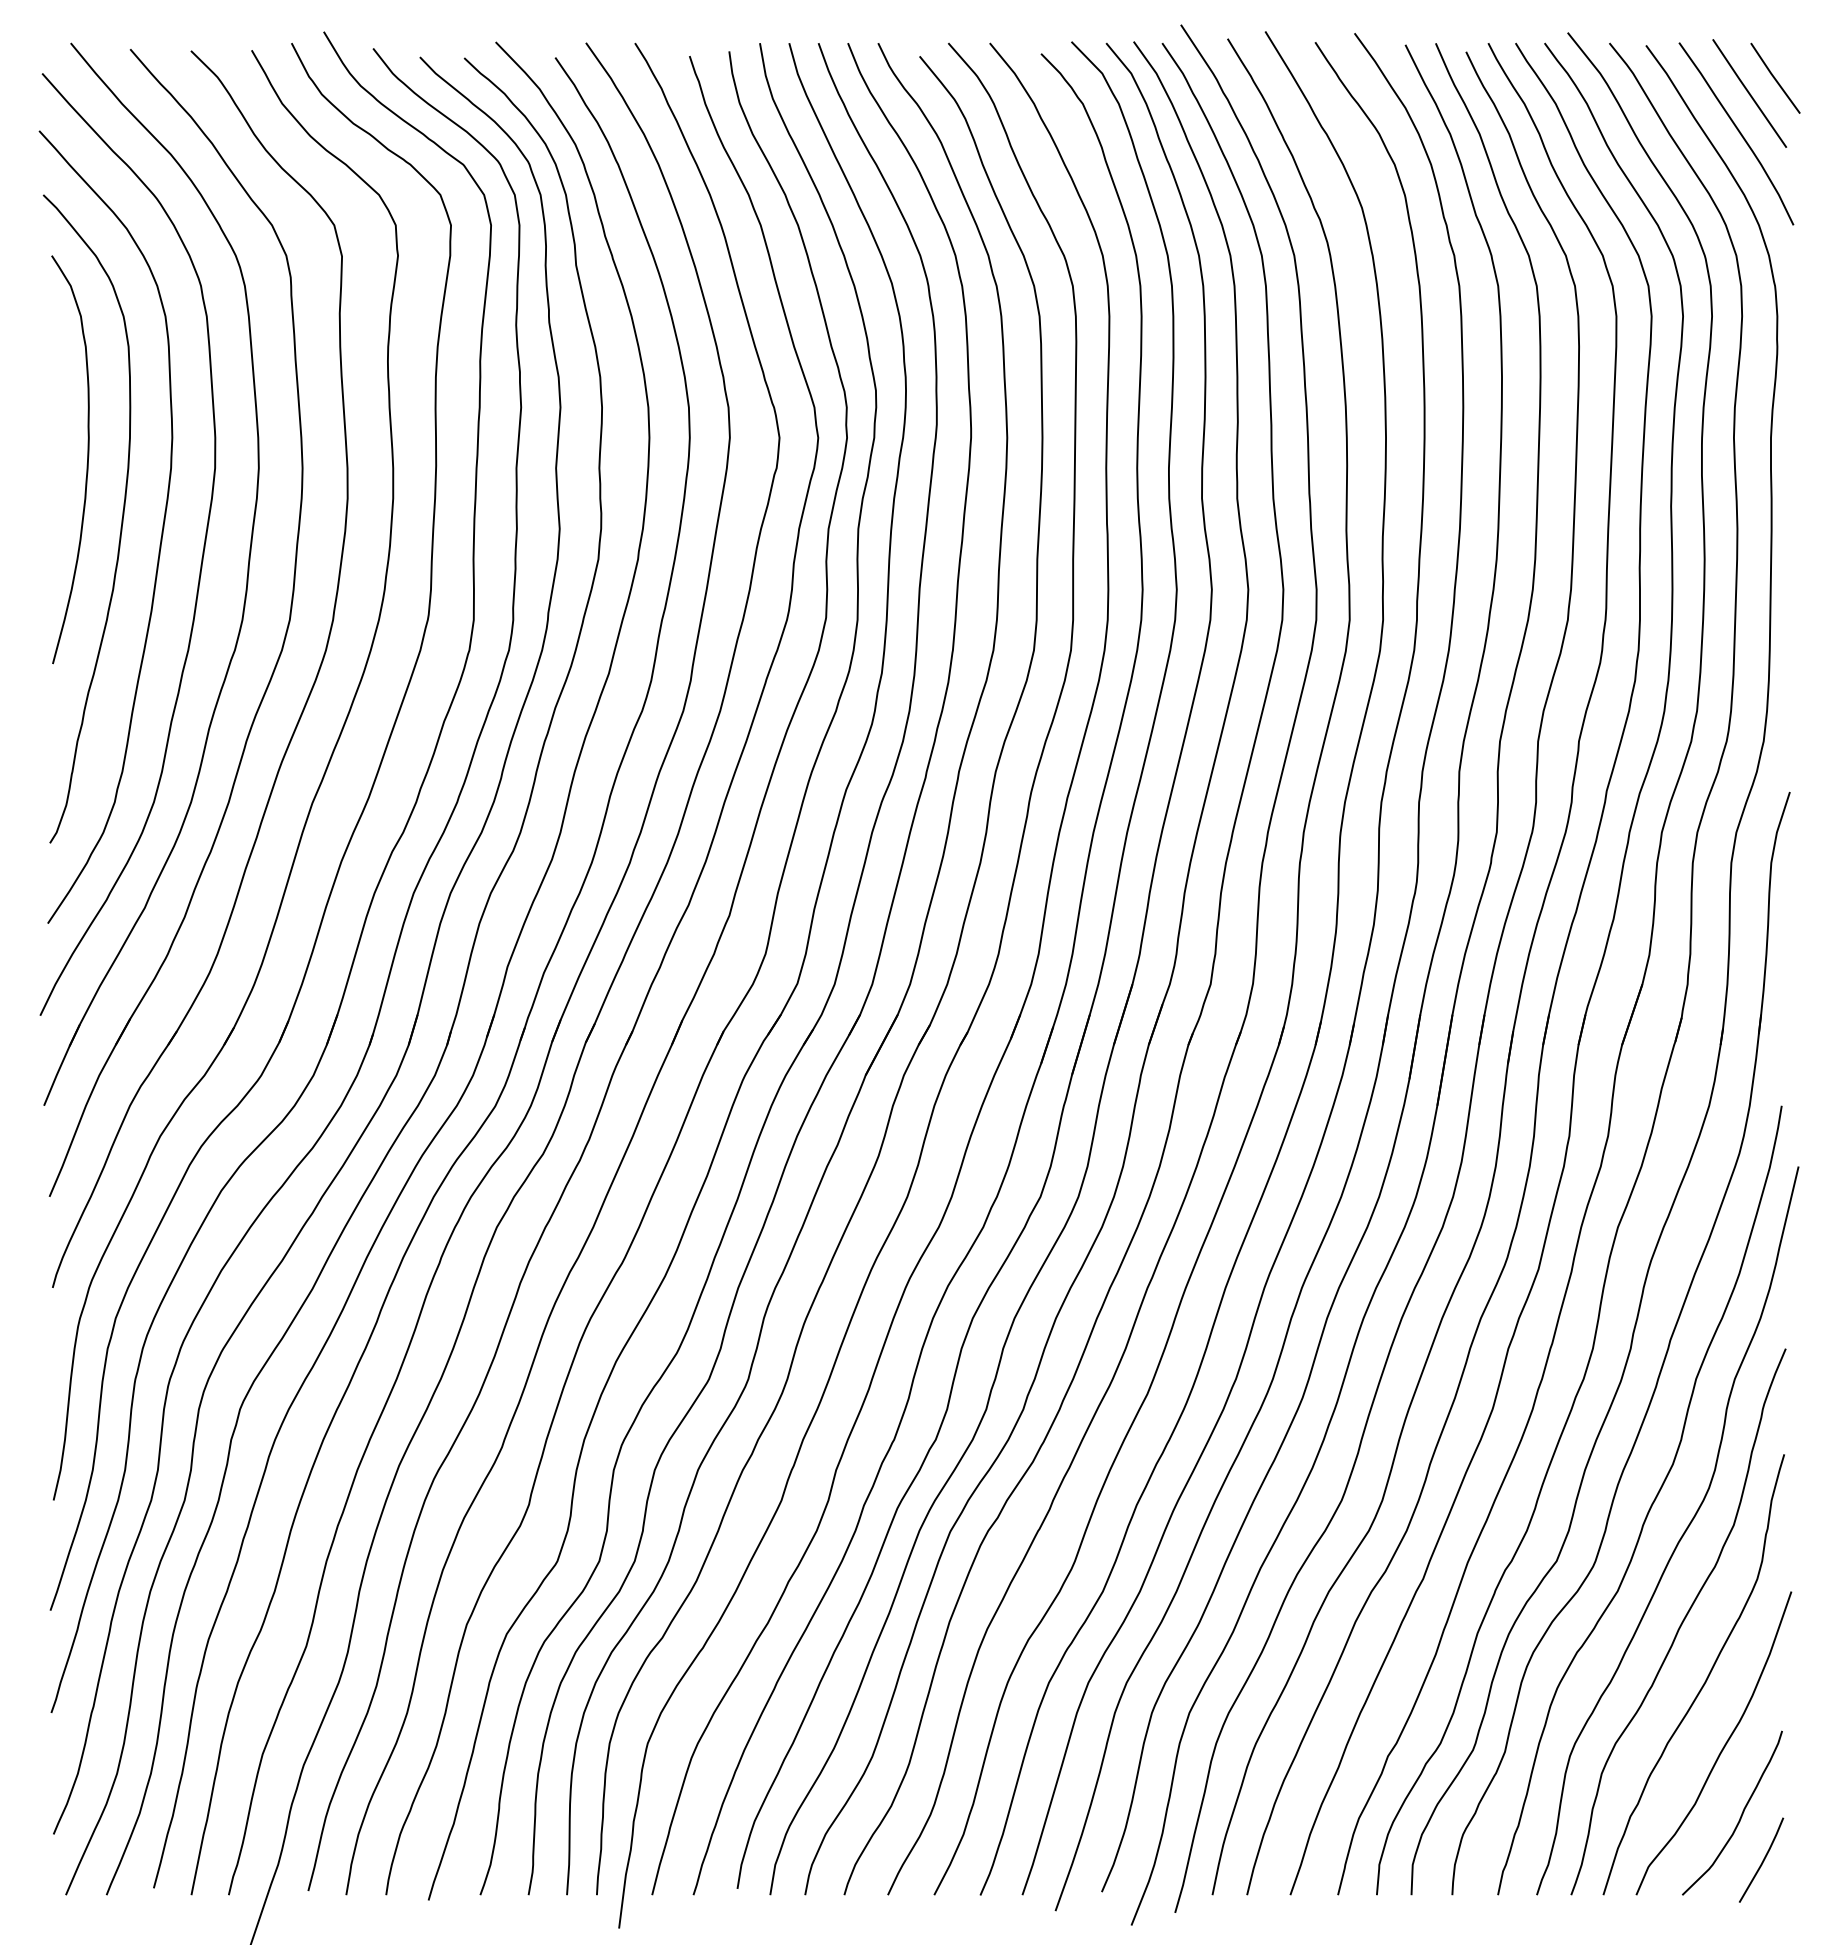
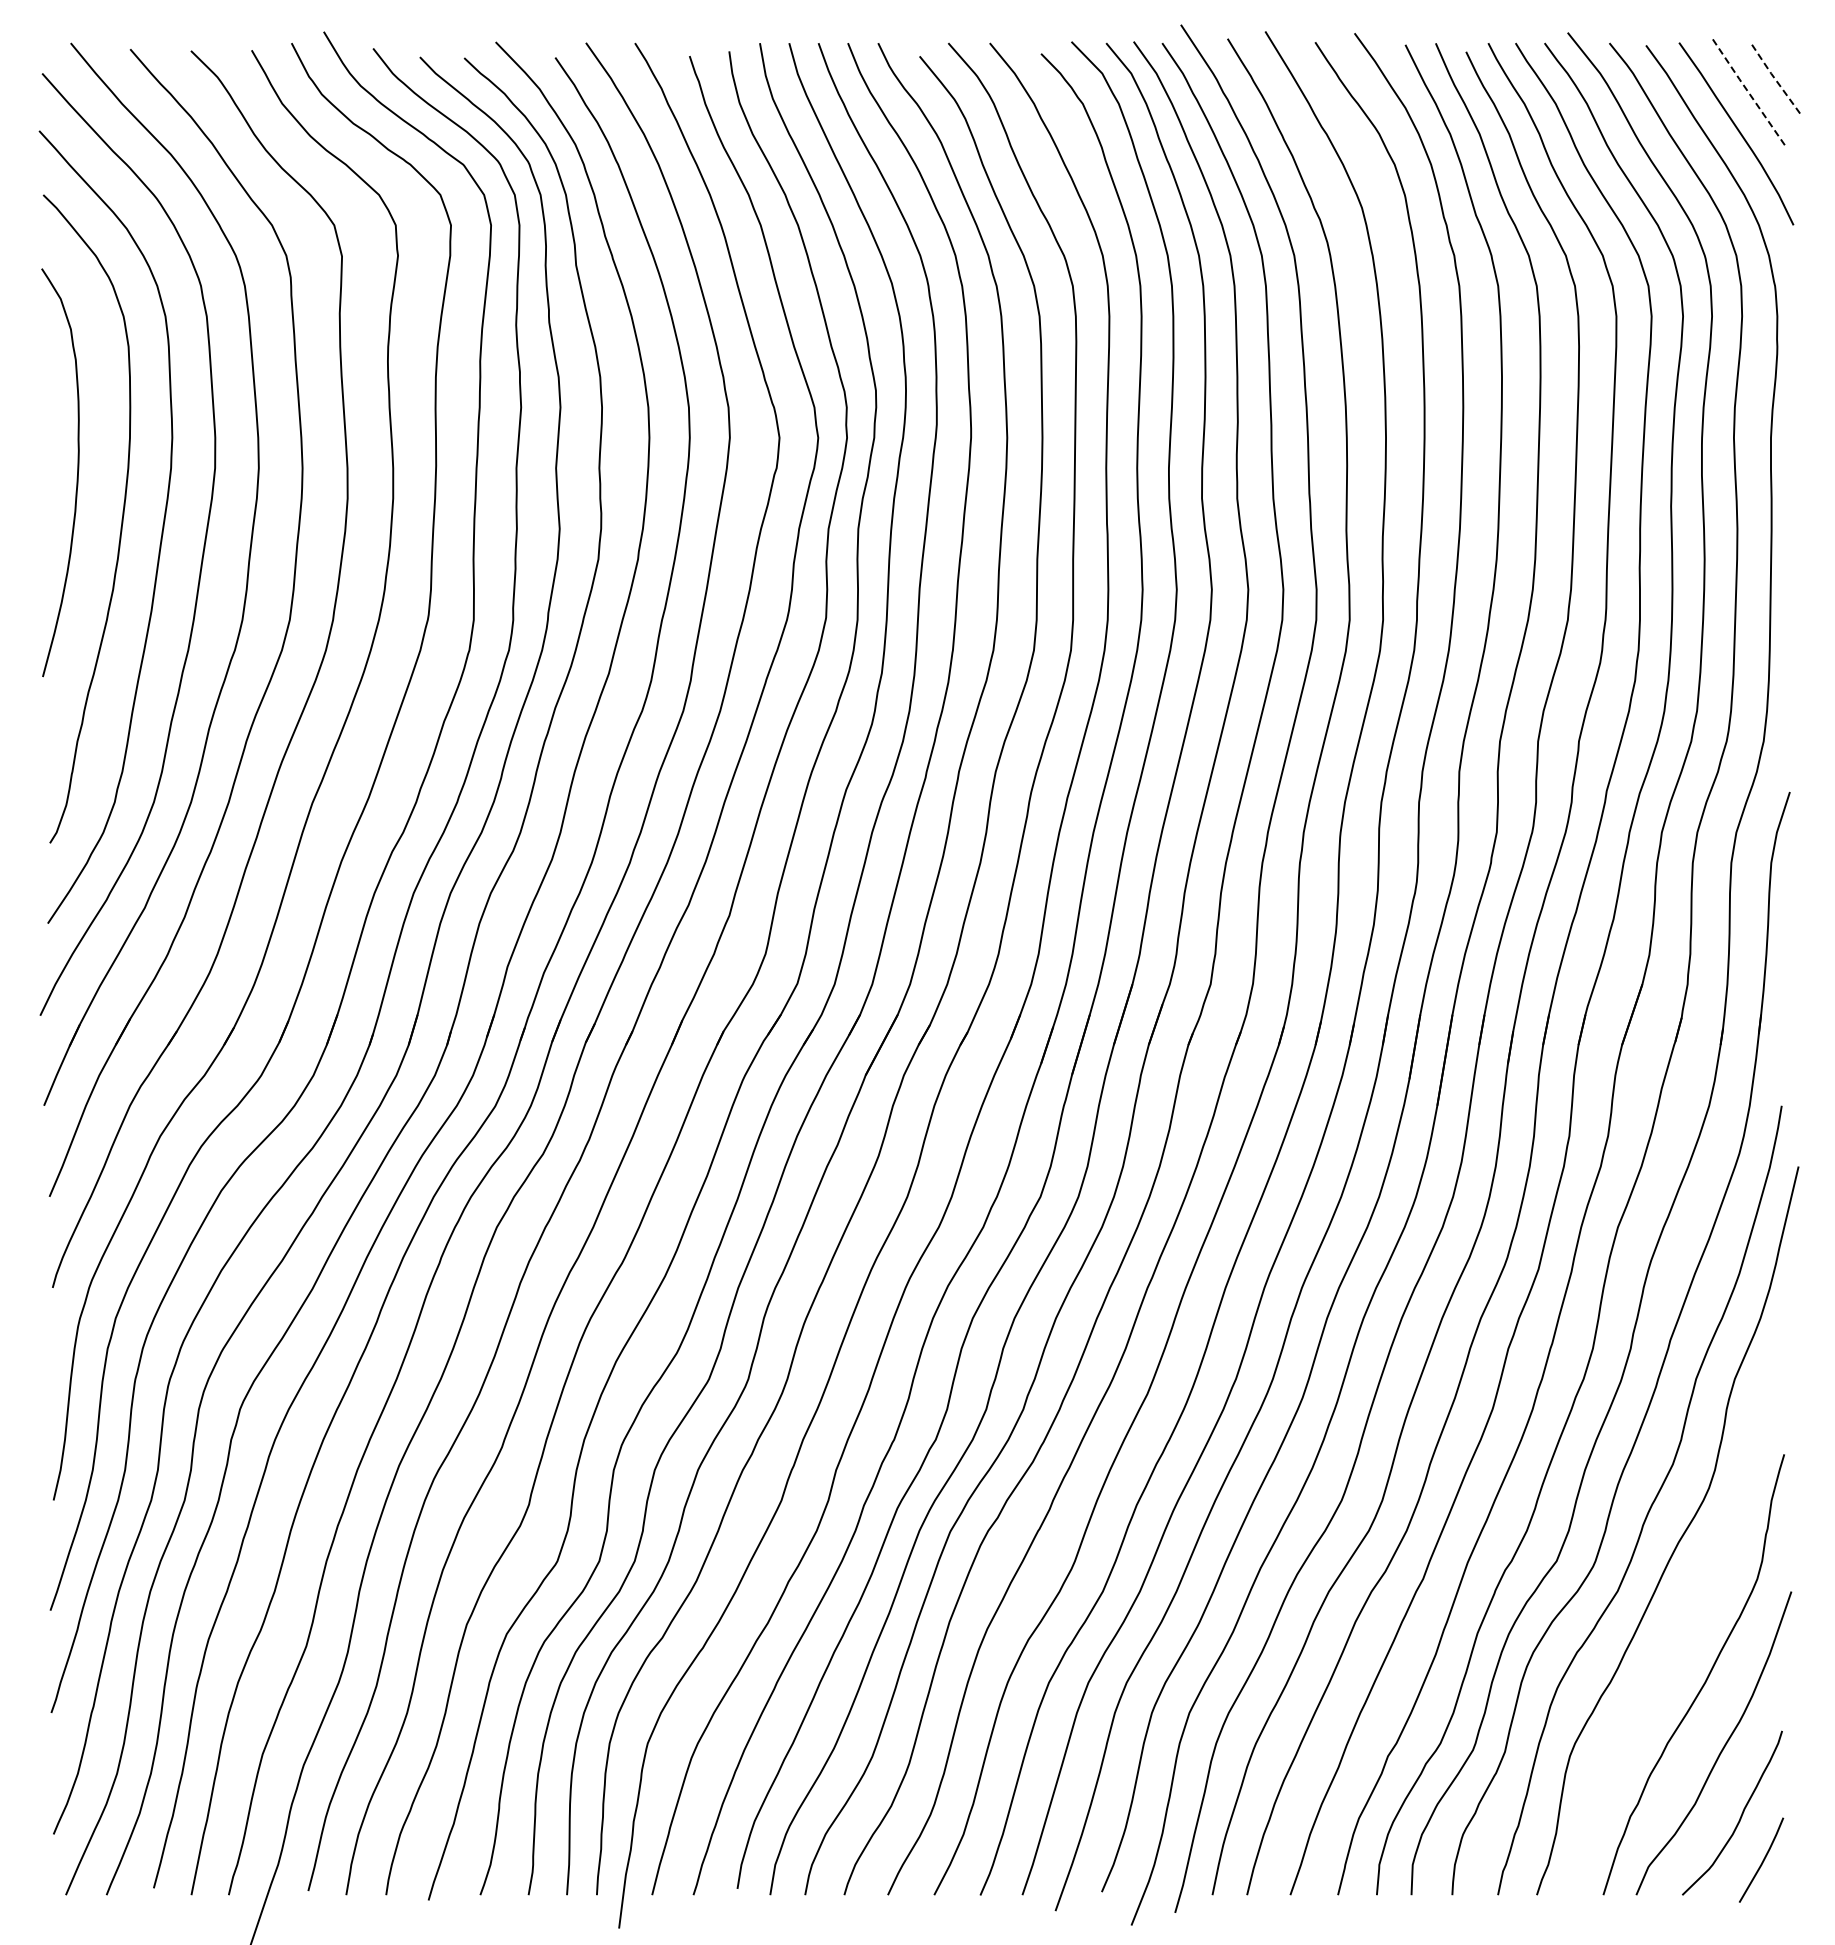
line at (1774, 78): solid -> dashed
line at (1749, 93): solid -> dashed
curve at (86, 464) position: (86, 464) -> (76, 477)
curve at (1680, 1623): present -> none
